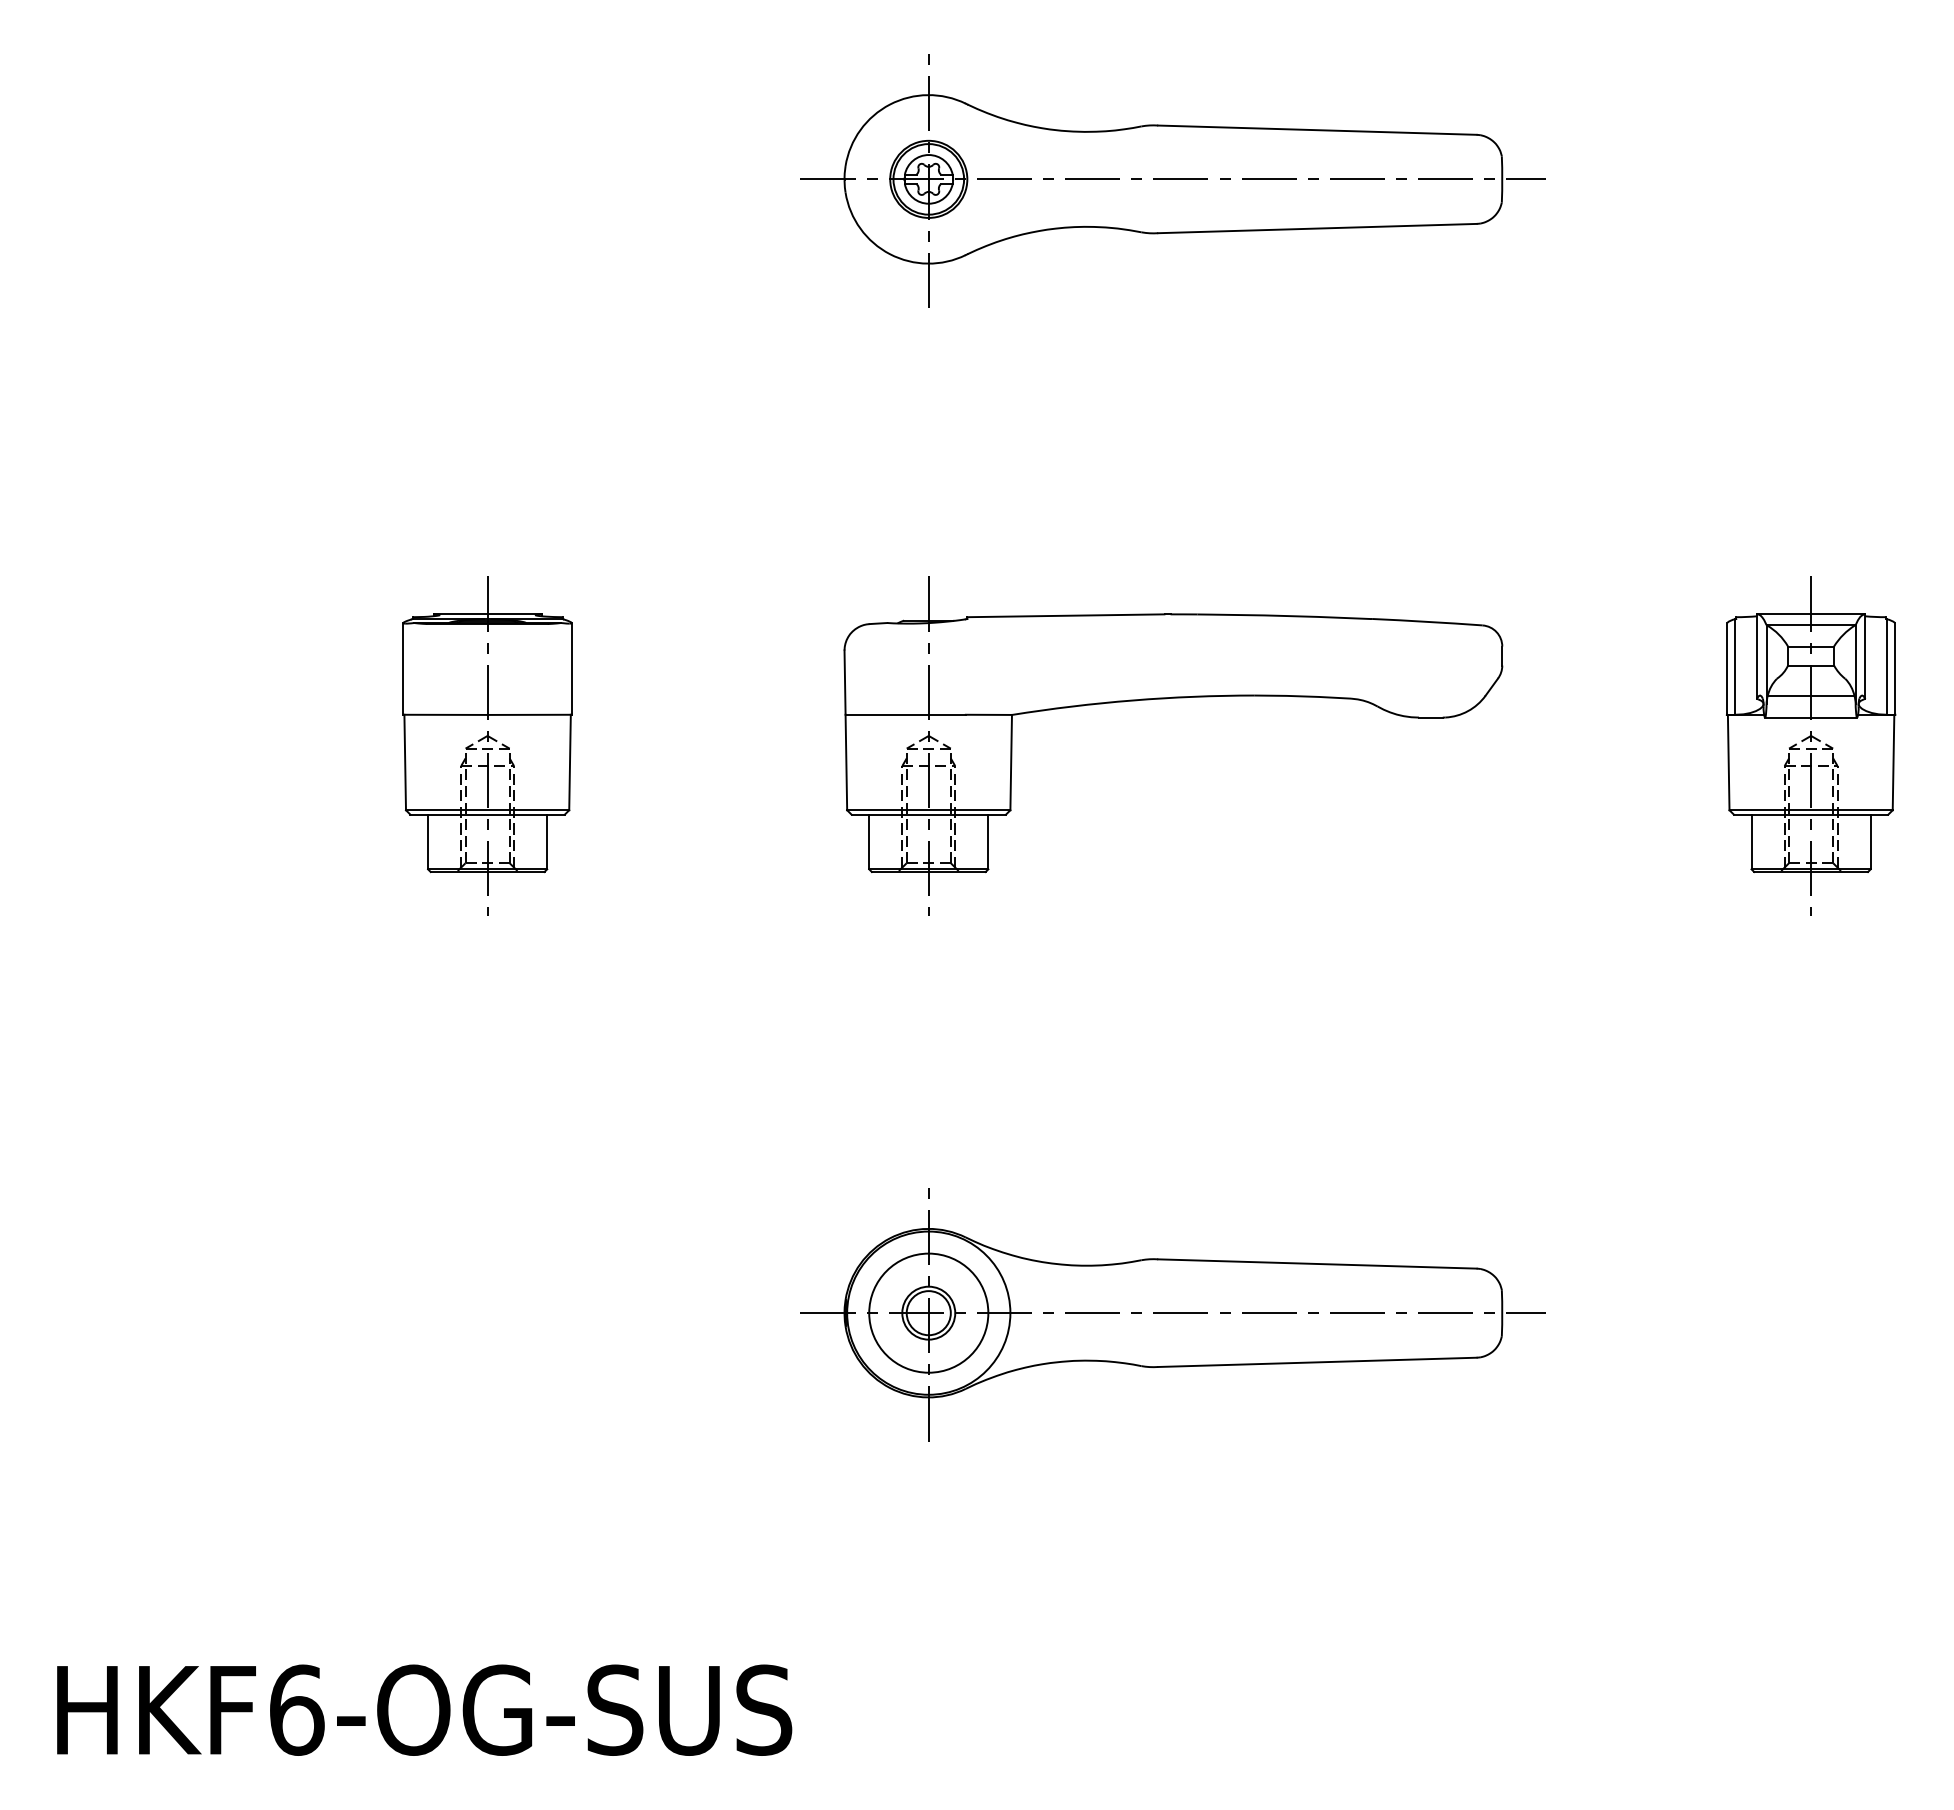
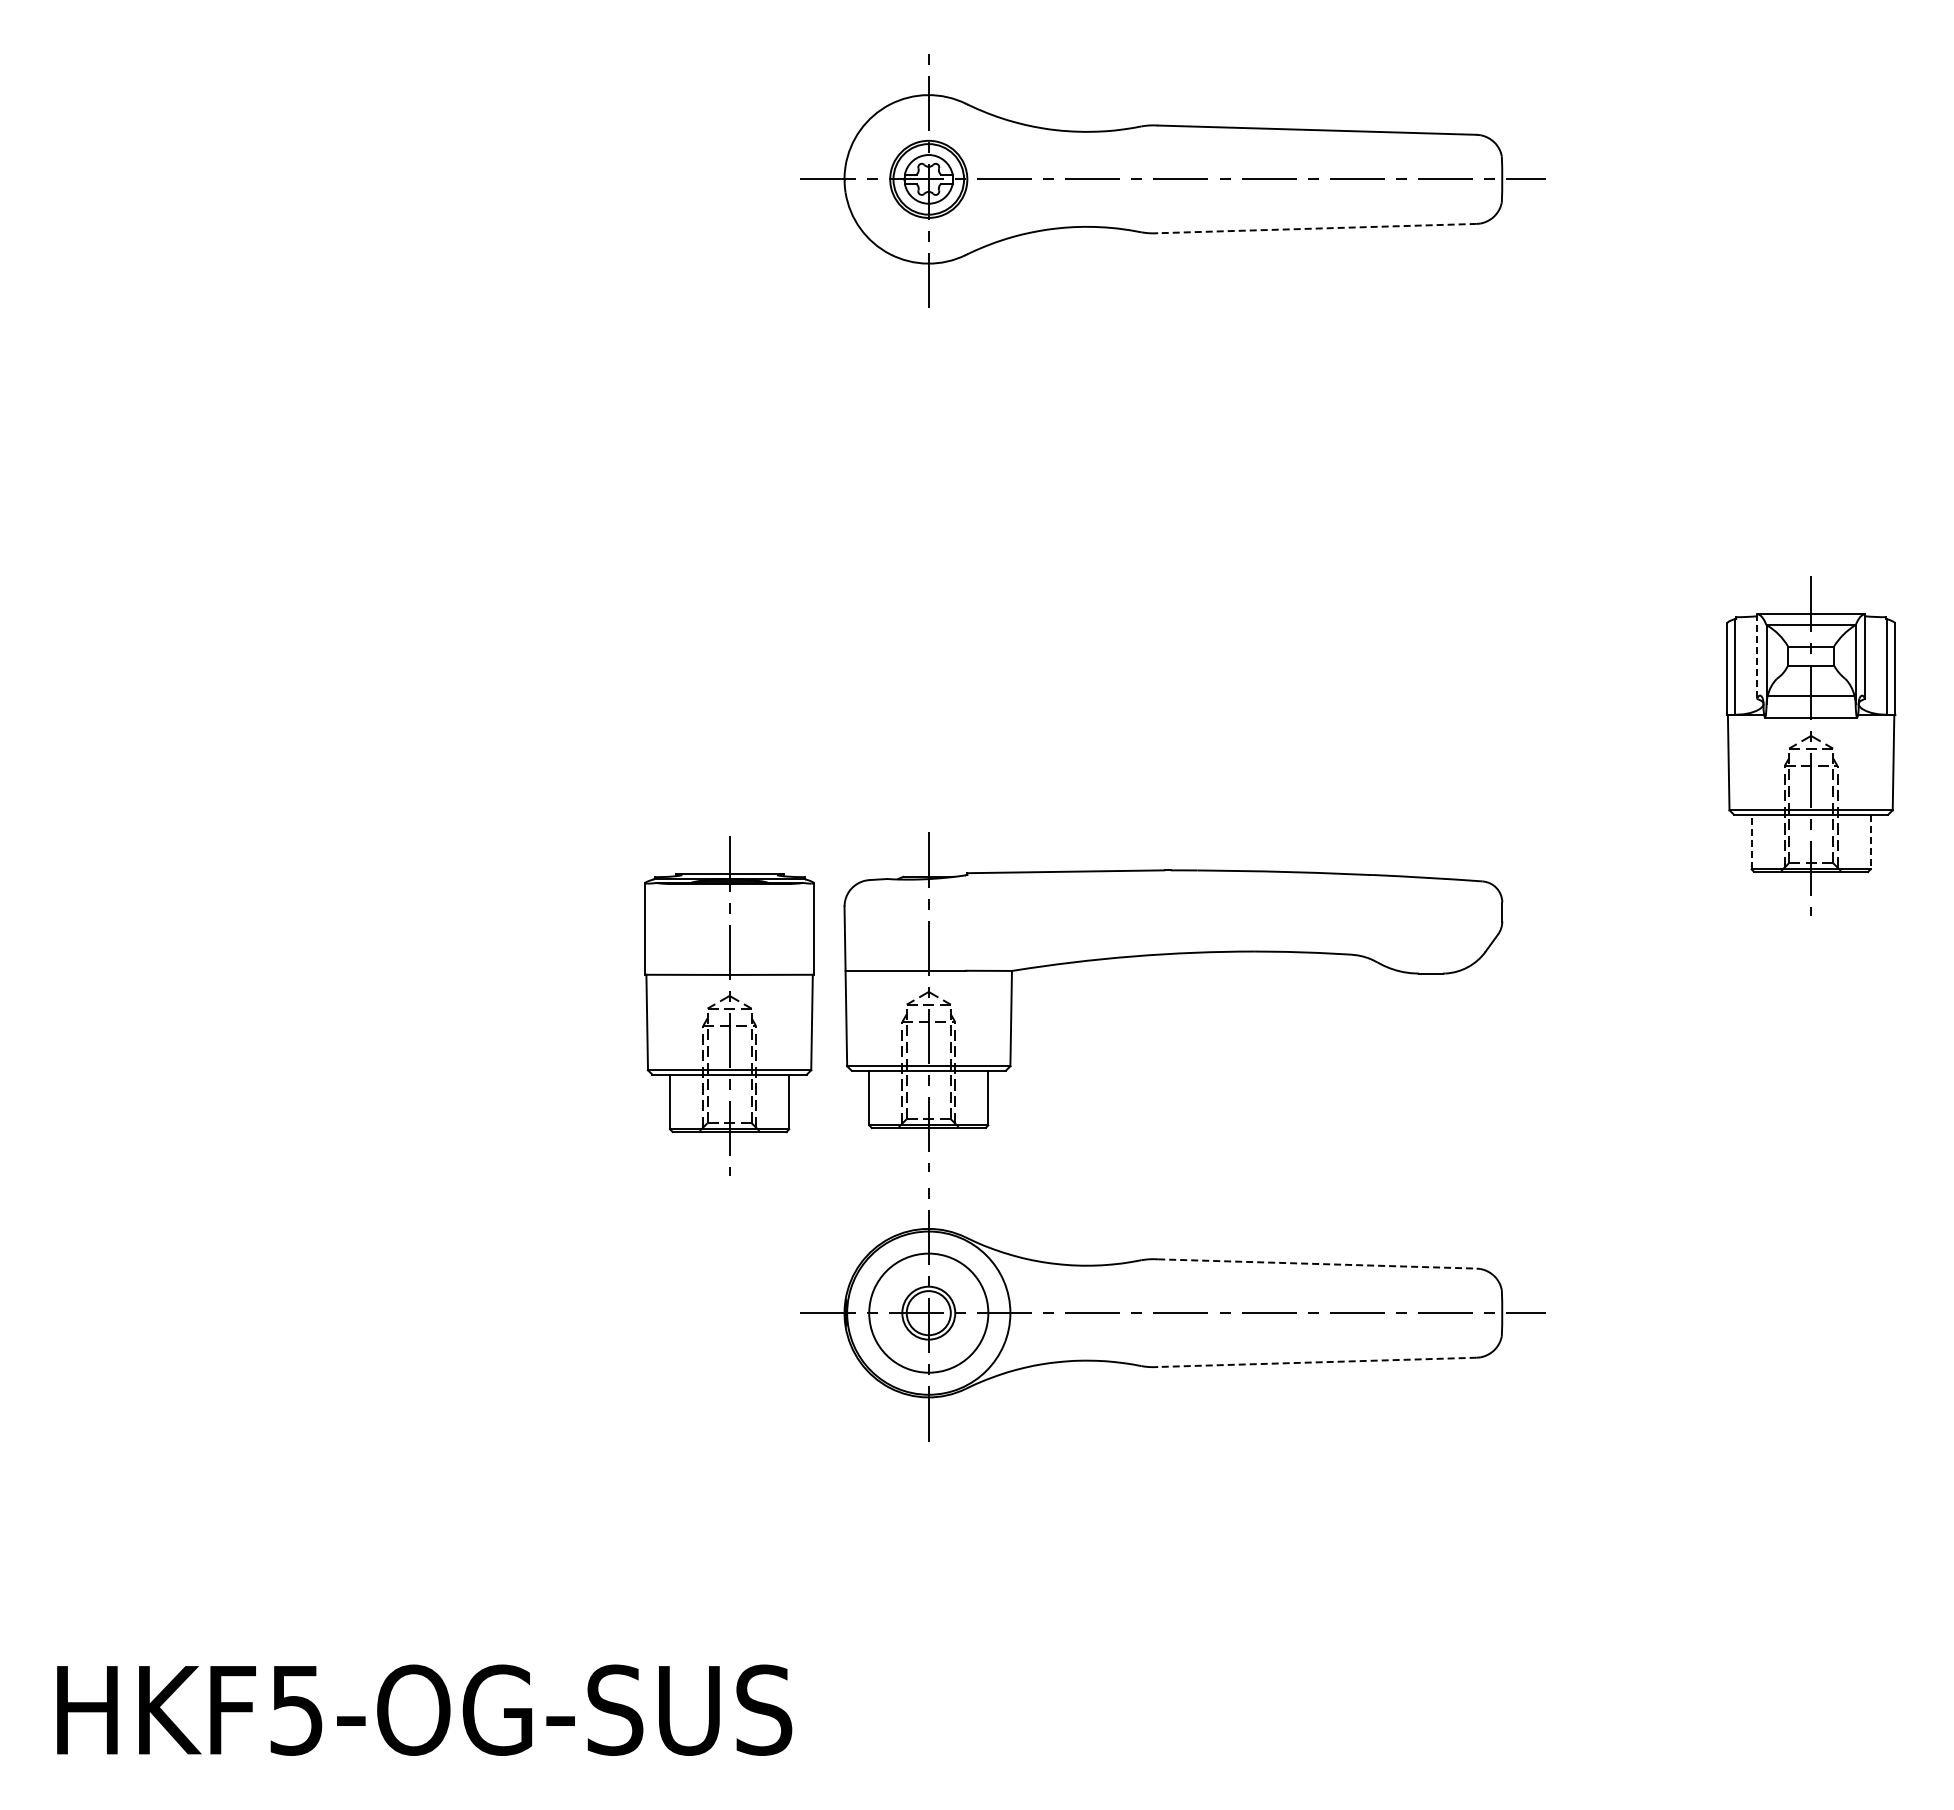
line at (1316, 228): solid -> dashed
line at (1757, 656): solid -> dashed
part at (1166, 699) position: (1166, 699) -> (1166, 955)
part at (487, 745) position: (487, 745) -> (729, 1005)
line at (1751, 841): solid -> dashed
line at (1870, 842): solid -> dashed
line at (1317, 1264): solid -> dashed
line at (1316, 1362): solid -> dashed
text at (297, 1709): HKF6-OG-SUS -> HKF5-OG-SUS
